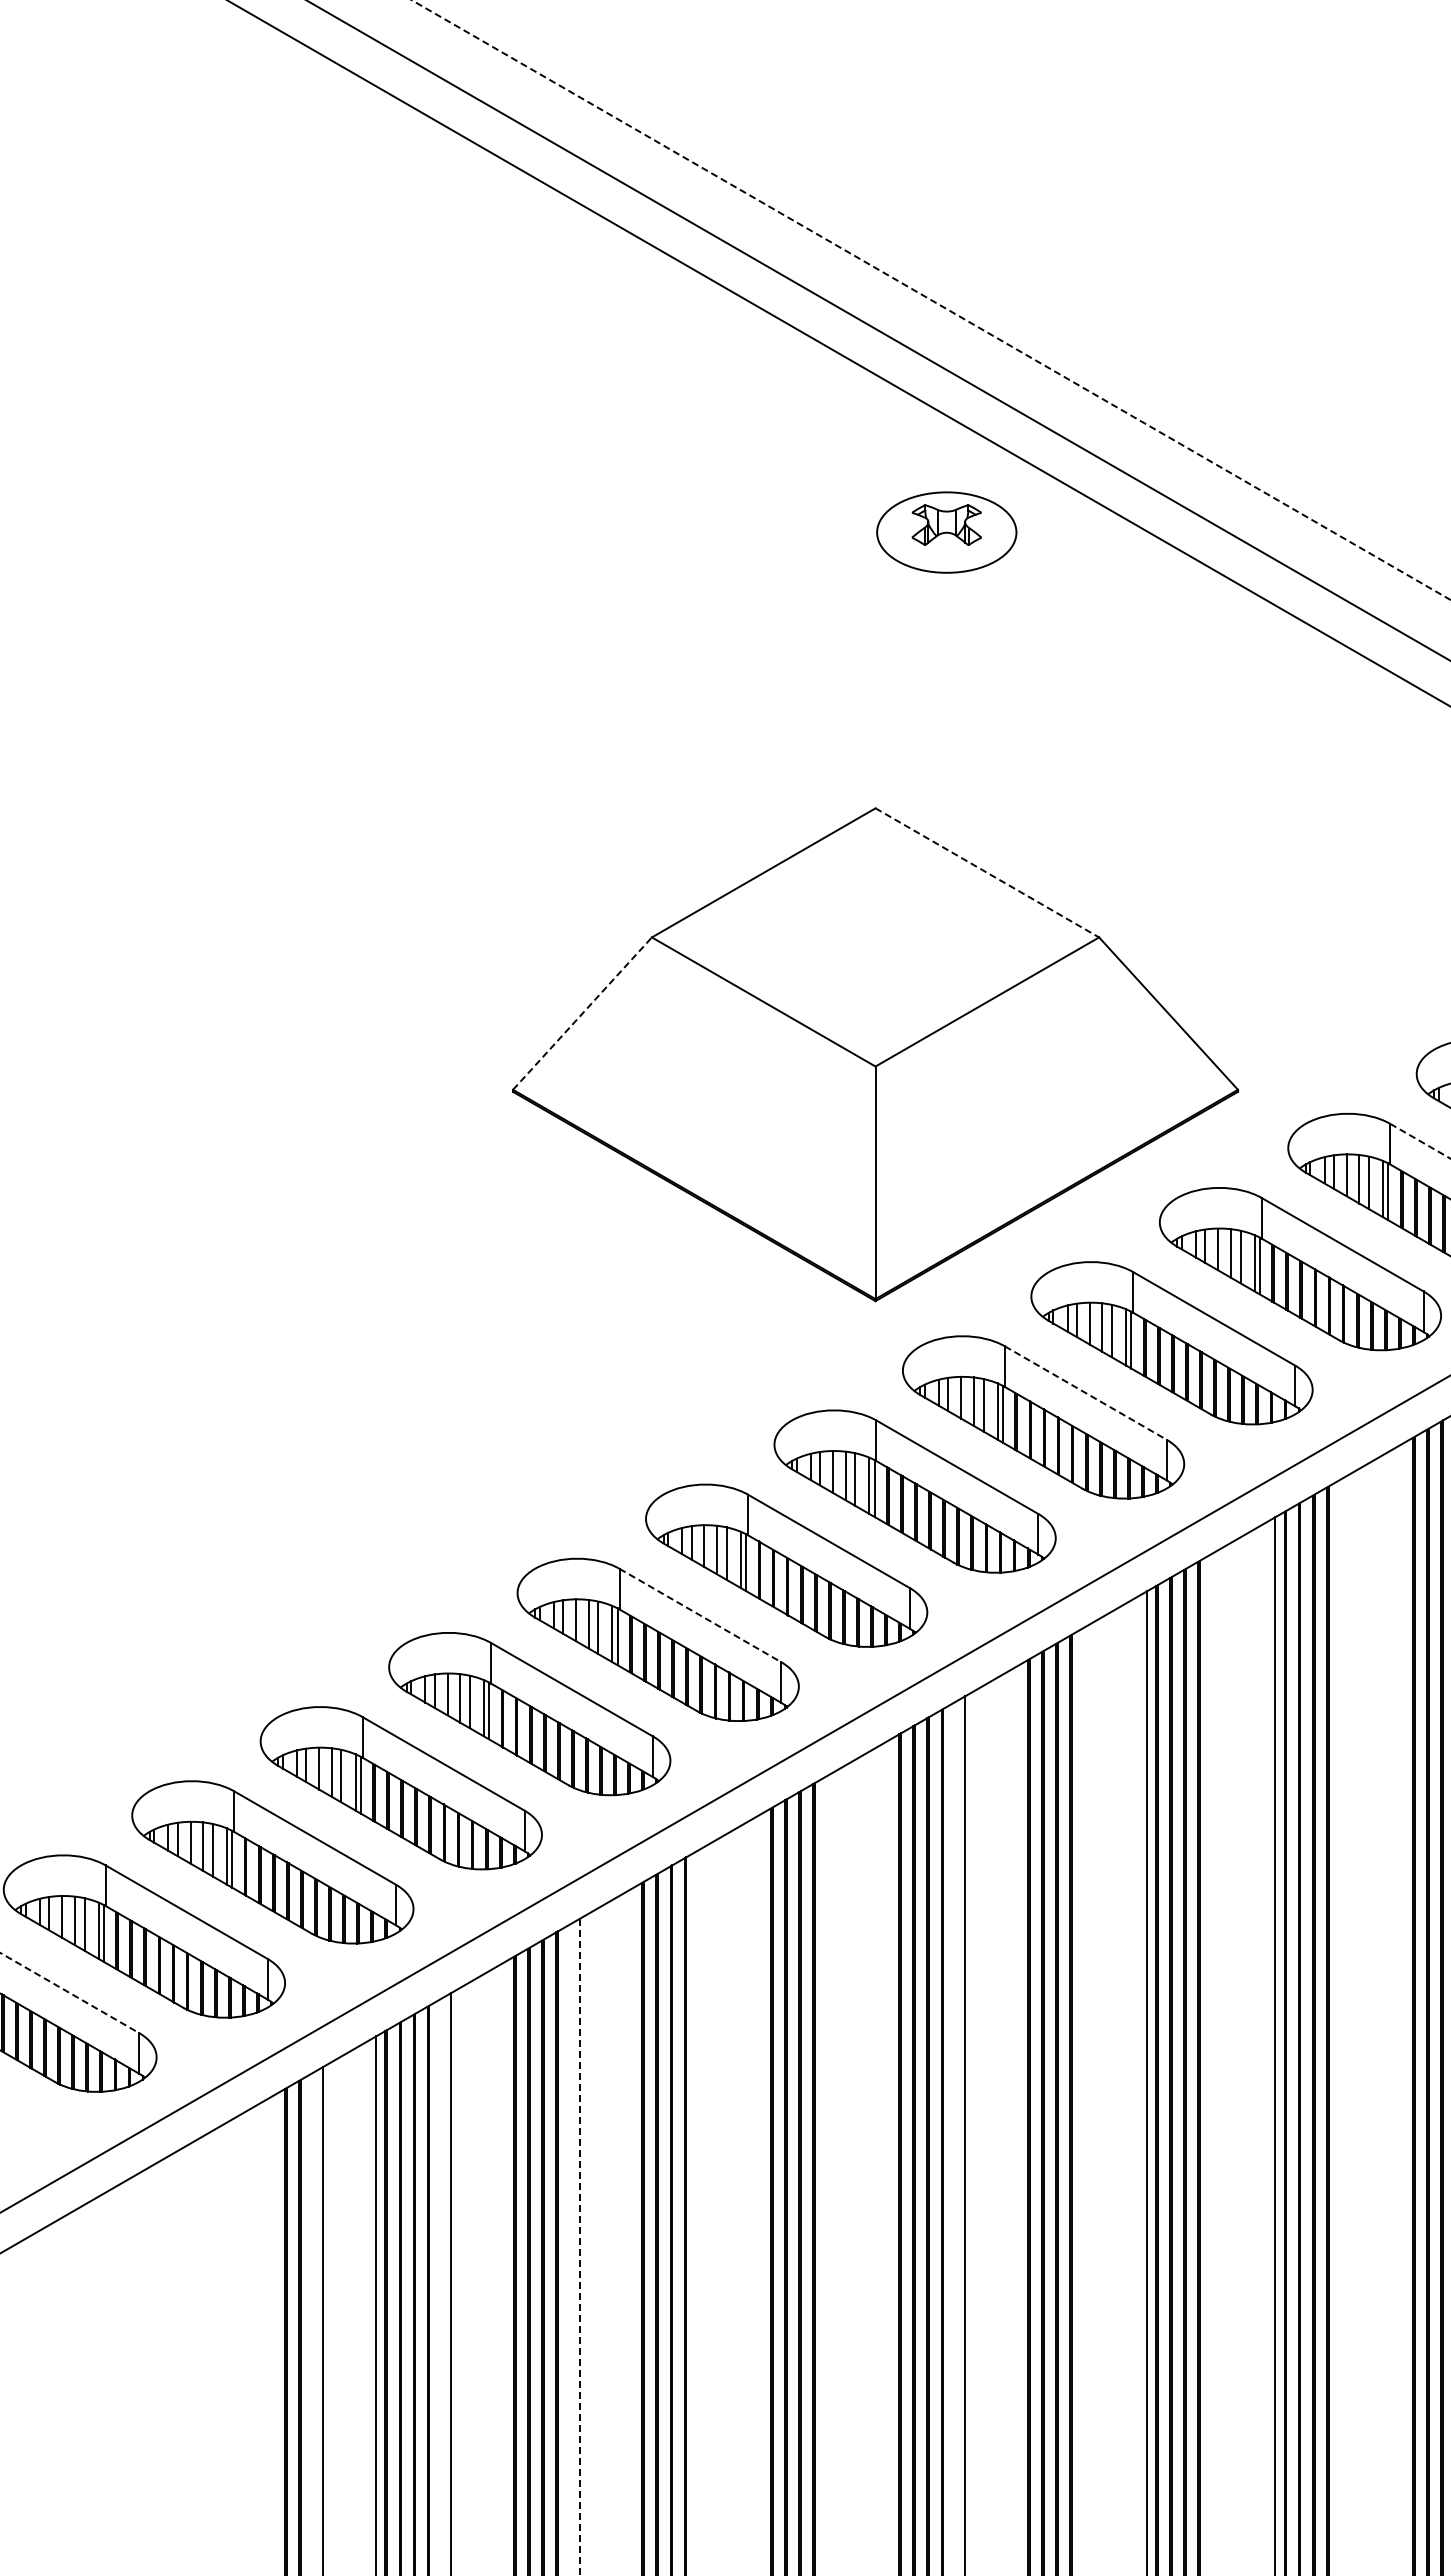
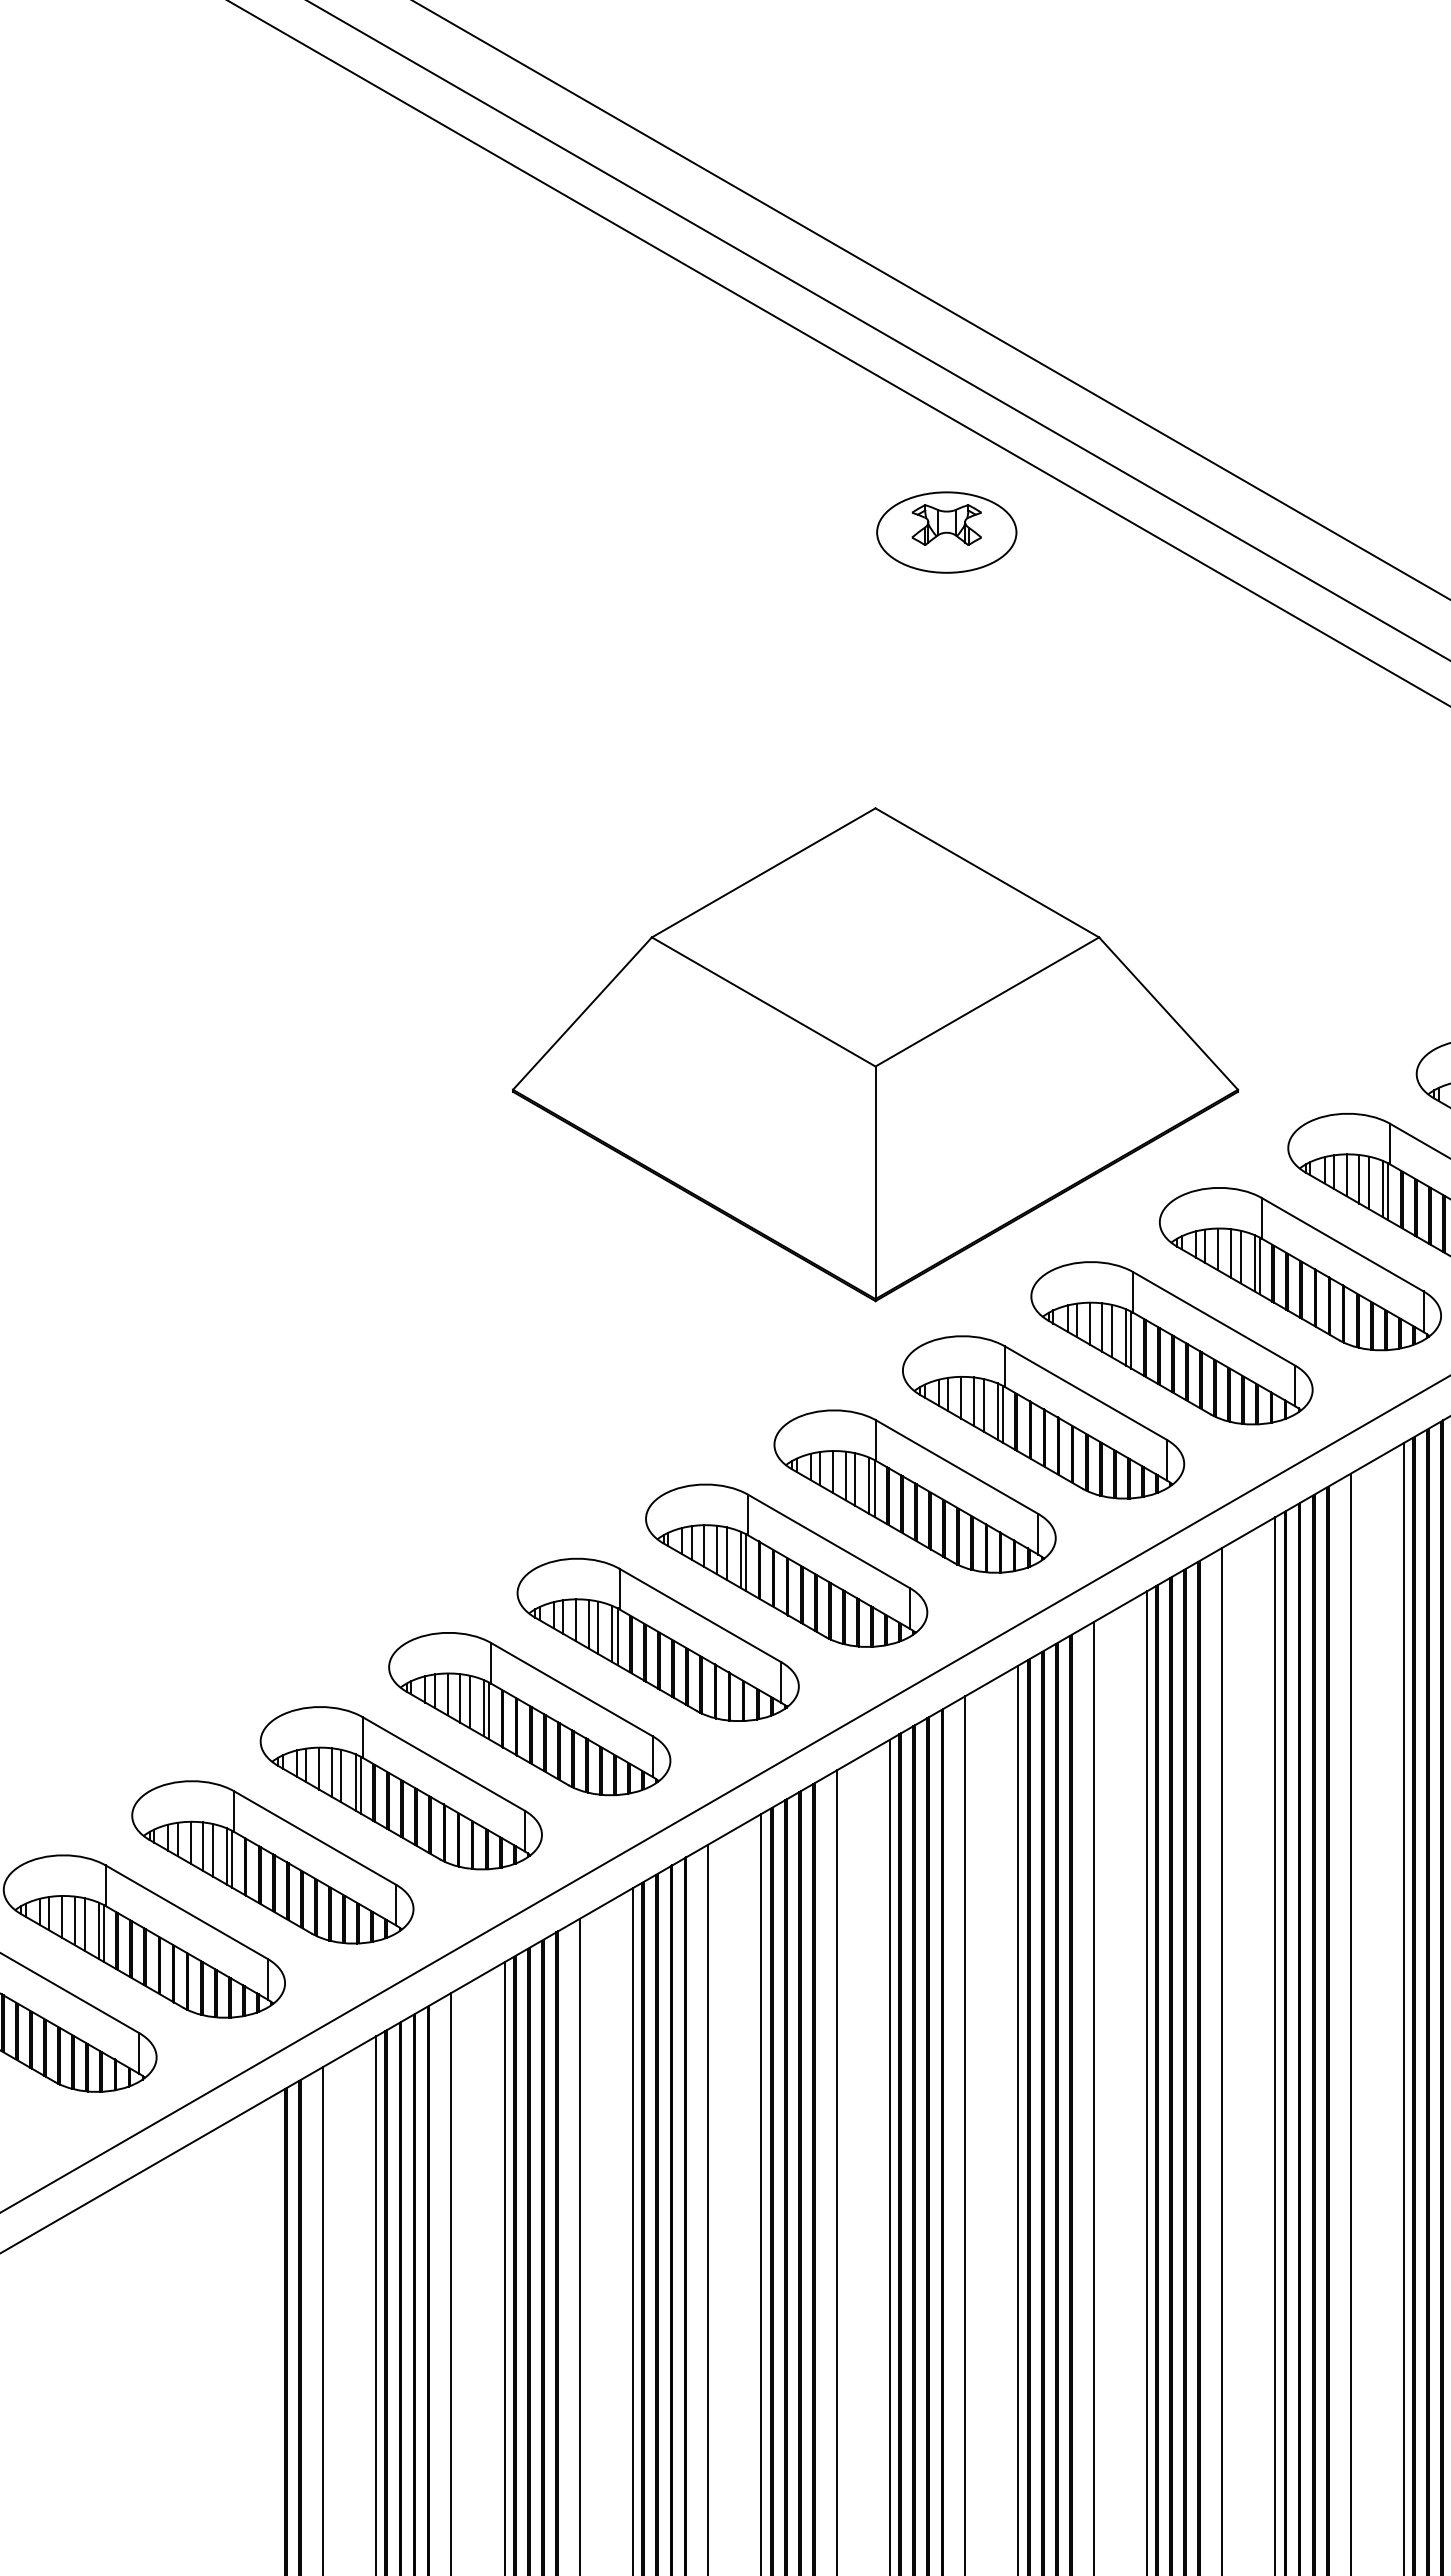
line at (931, 300): dashed -> solid
line at (987, 873): dashed -> solid
line at (582, 1013): dashed -> solid
line at (1420, 1141): dashed -> solid
line at (1086, 1393): dashed -> solid
line at (700, 1615): dashed -> solid
line at (69, 1993): dashed -> solid
line at (1403, 2007): none -> present
line at (1350, 2022): none -> present
line at (1222, 2059): none -> present
line at (1093, 2097): none -> present
line at (1018, 2118): none -> present
line at (889, 2155): none -> present
line at (836, 2171): none -> present
line at (761, 2192): none -> present
line at (708, 2208): none -> present
line at (633, 2230): none -> present
line at (579, 2247): dashed -> solid
line at (504, 2267): none -> present
